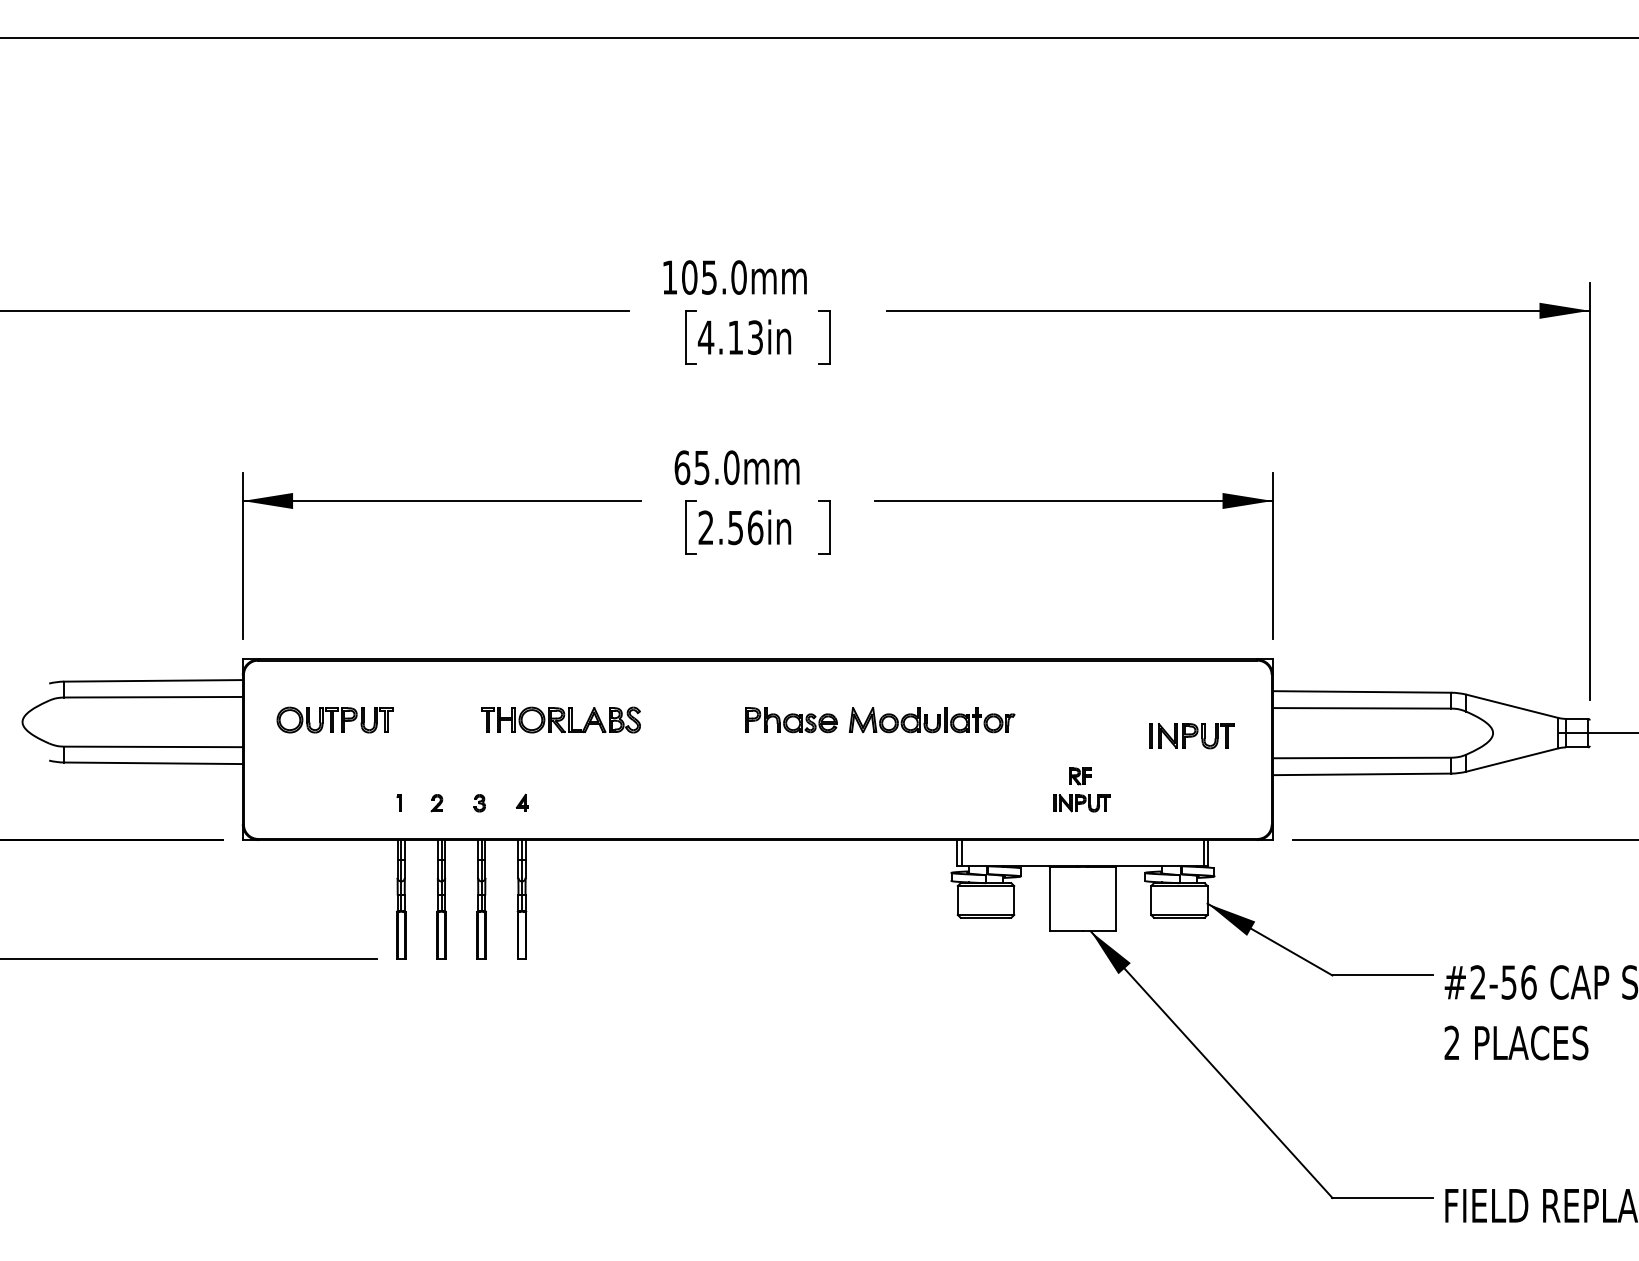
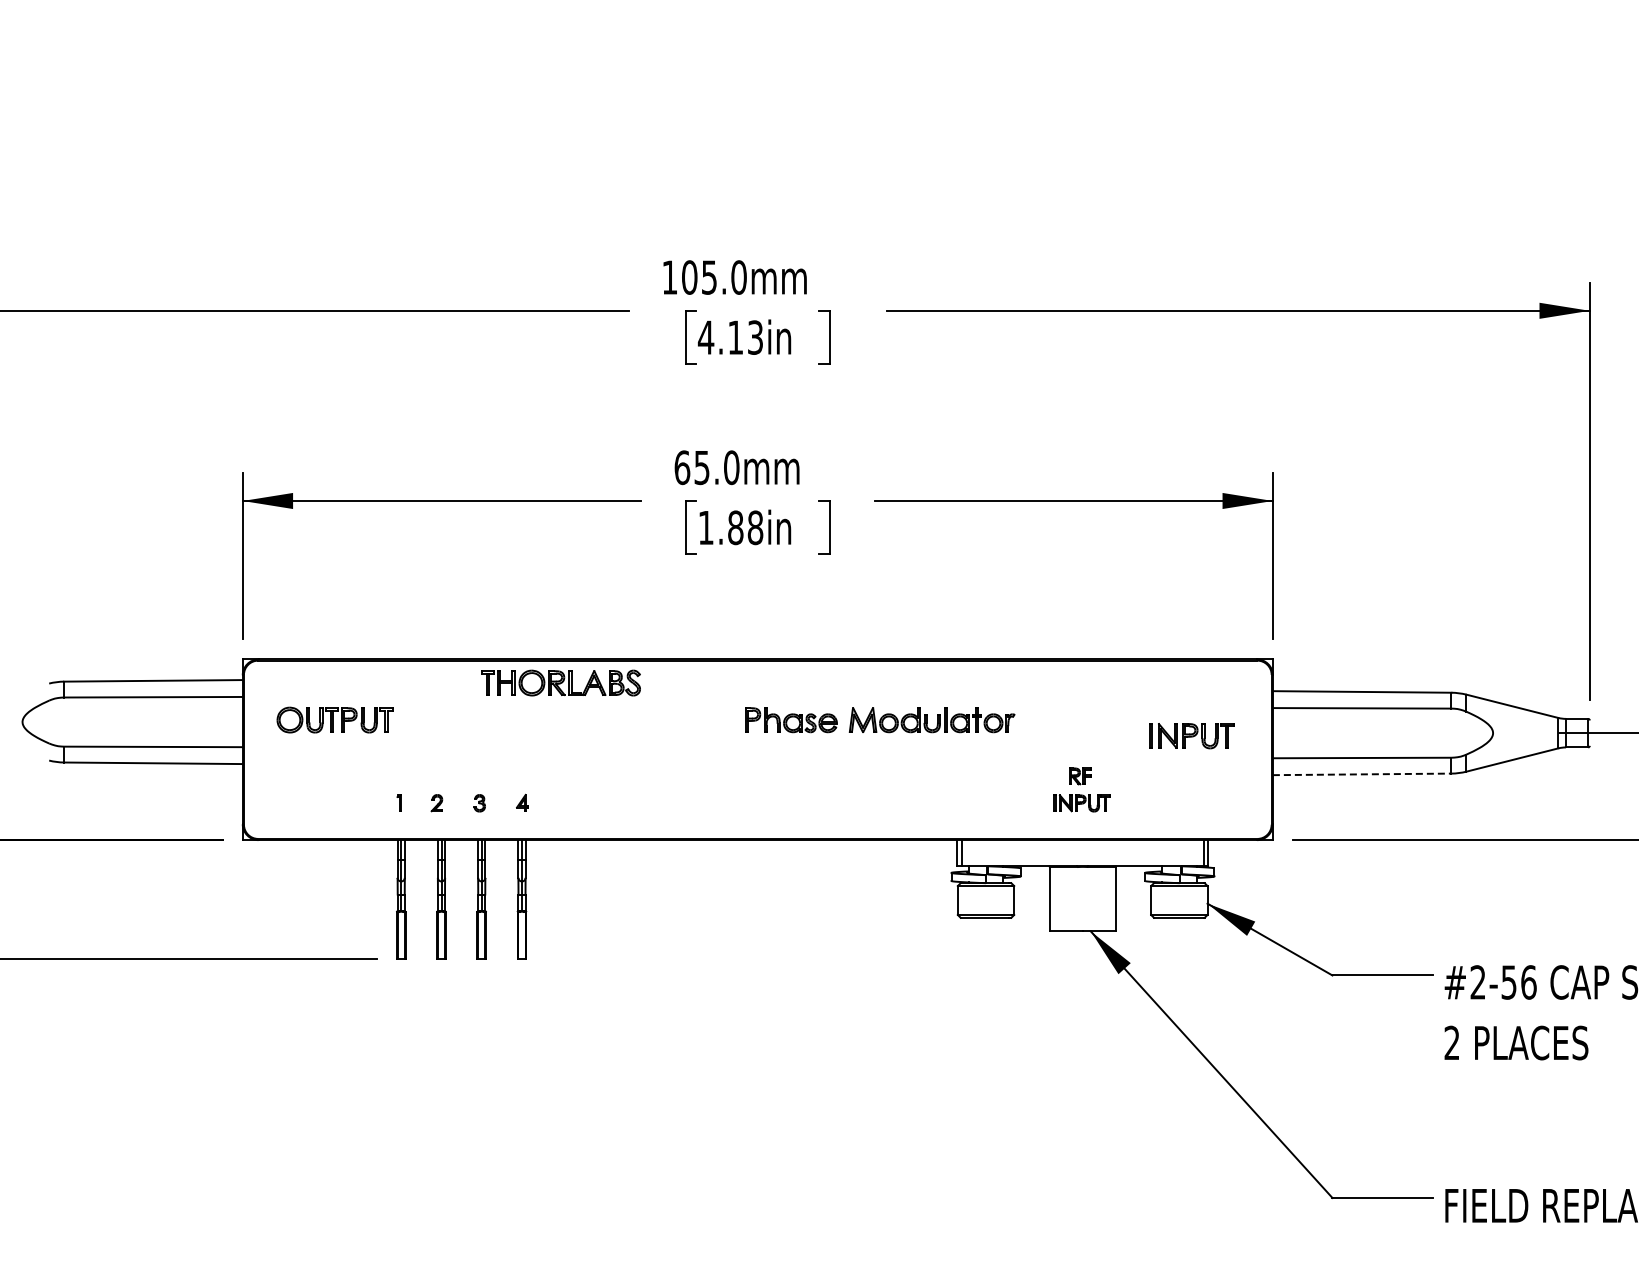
line at (818, 37): present -> none
text at (730, 527): 2.56in -> 1.88in
part at (560, 719) position: (560, 719) -> (560, 682)
line at (1362, 774): solid -> dashed
